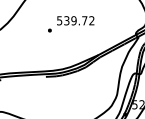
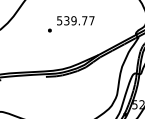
text at (91, 20): 539.72 -> 539.77
